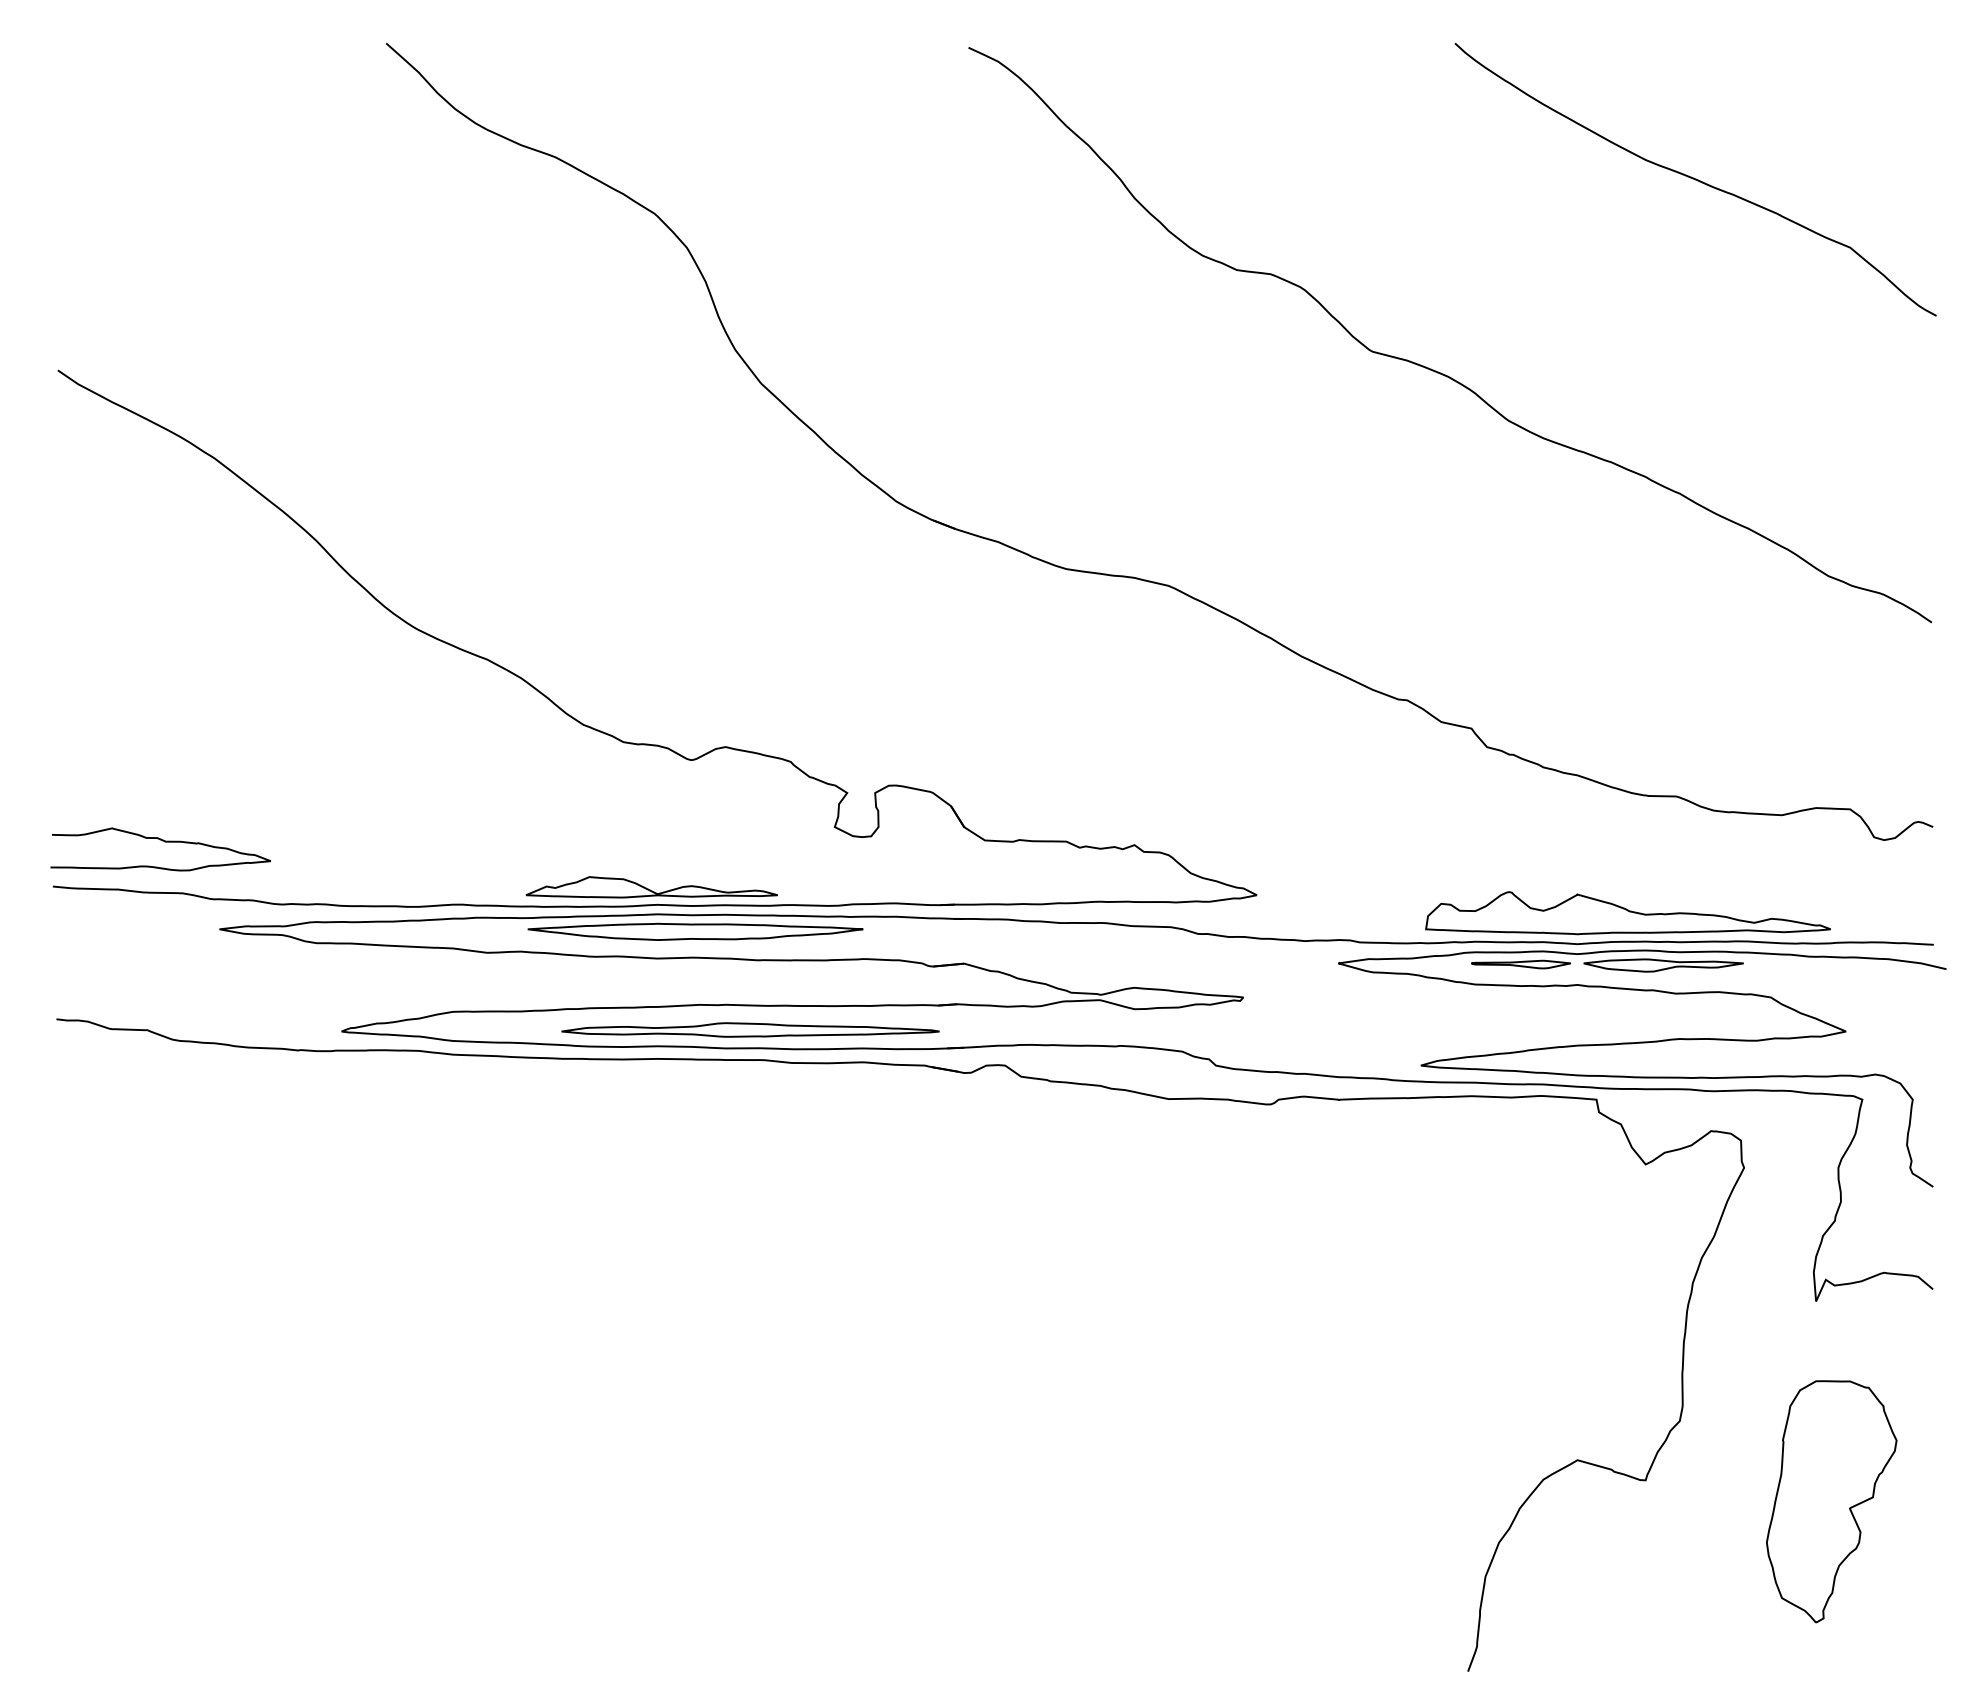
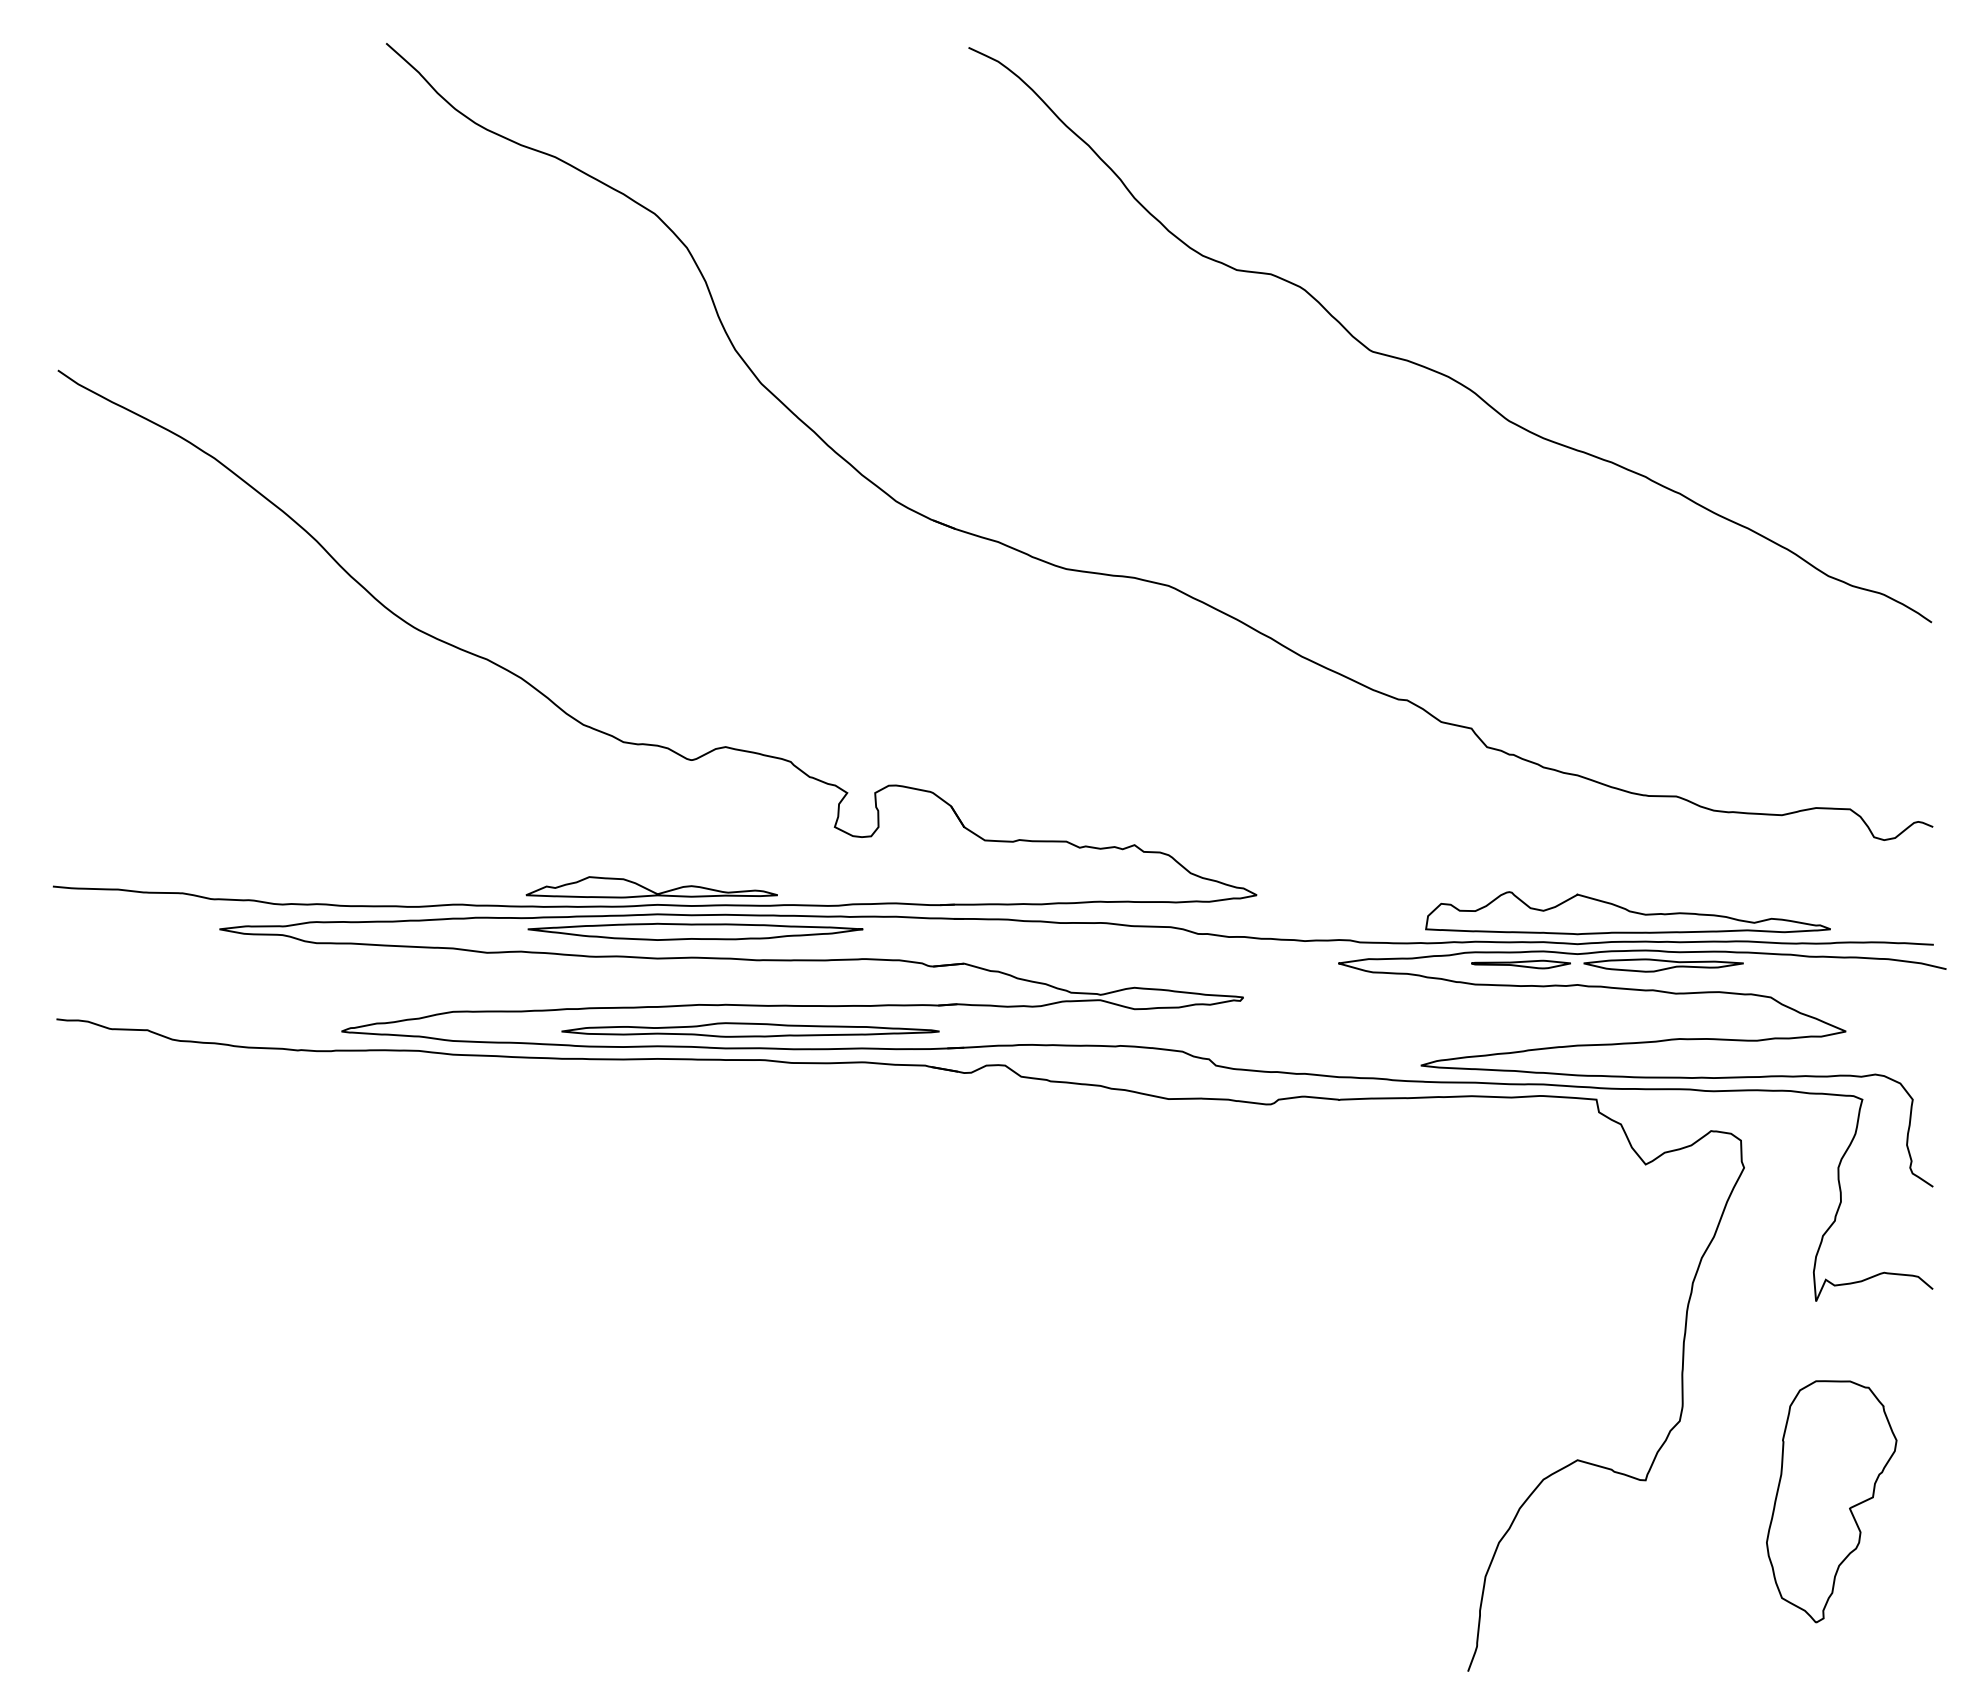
curve at (1695, 179): present -> none
curve at (164, 842): present -> none
